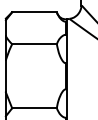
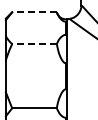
line at (34, 12): solid -> dashed
line at (34, 44): solid -> dashed
